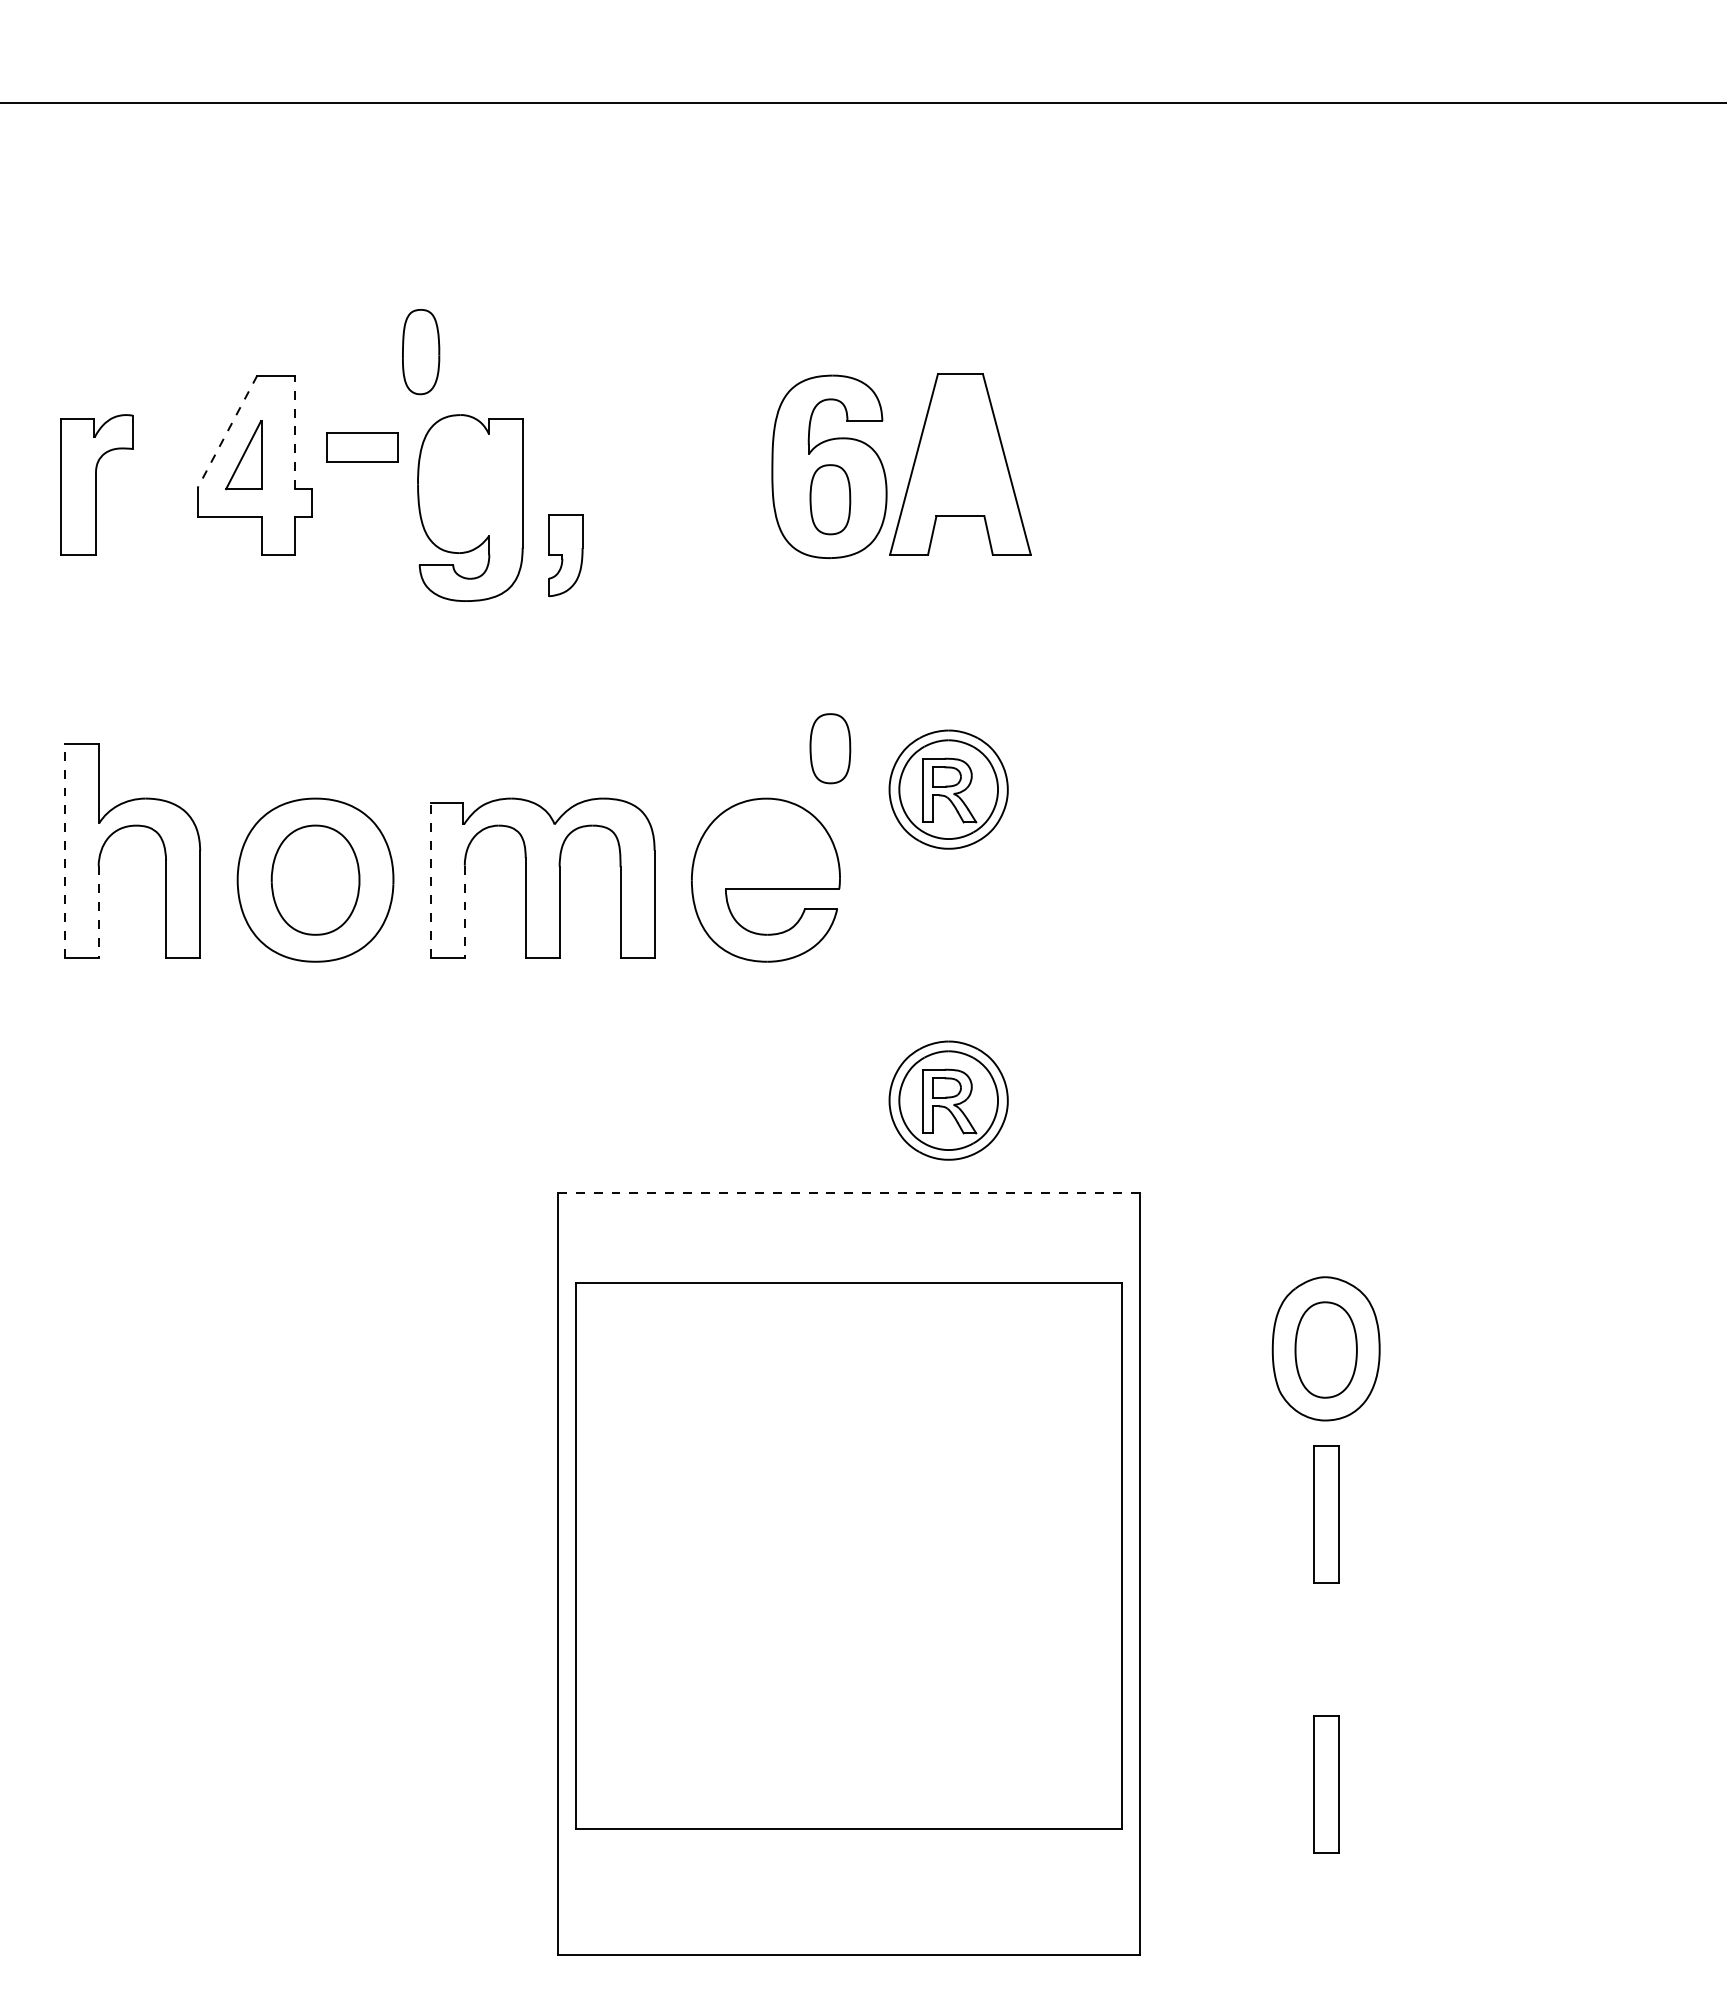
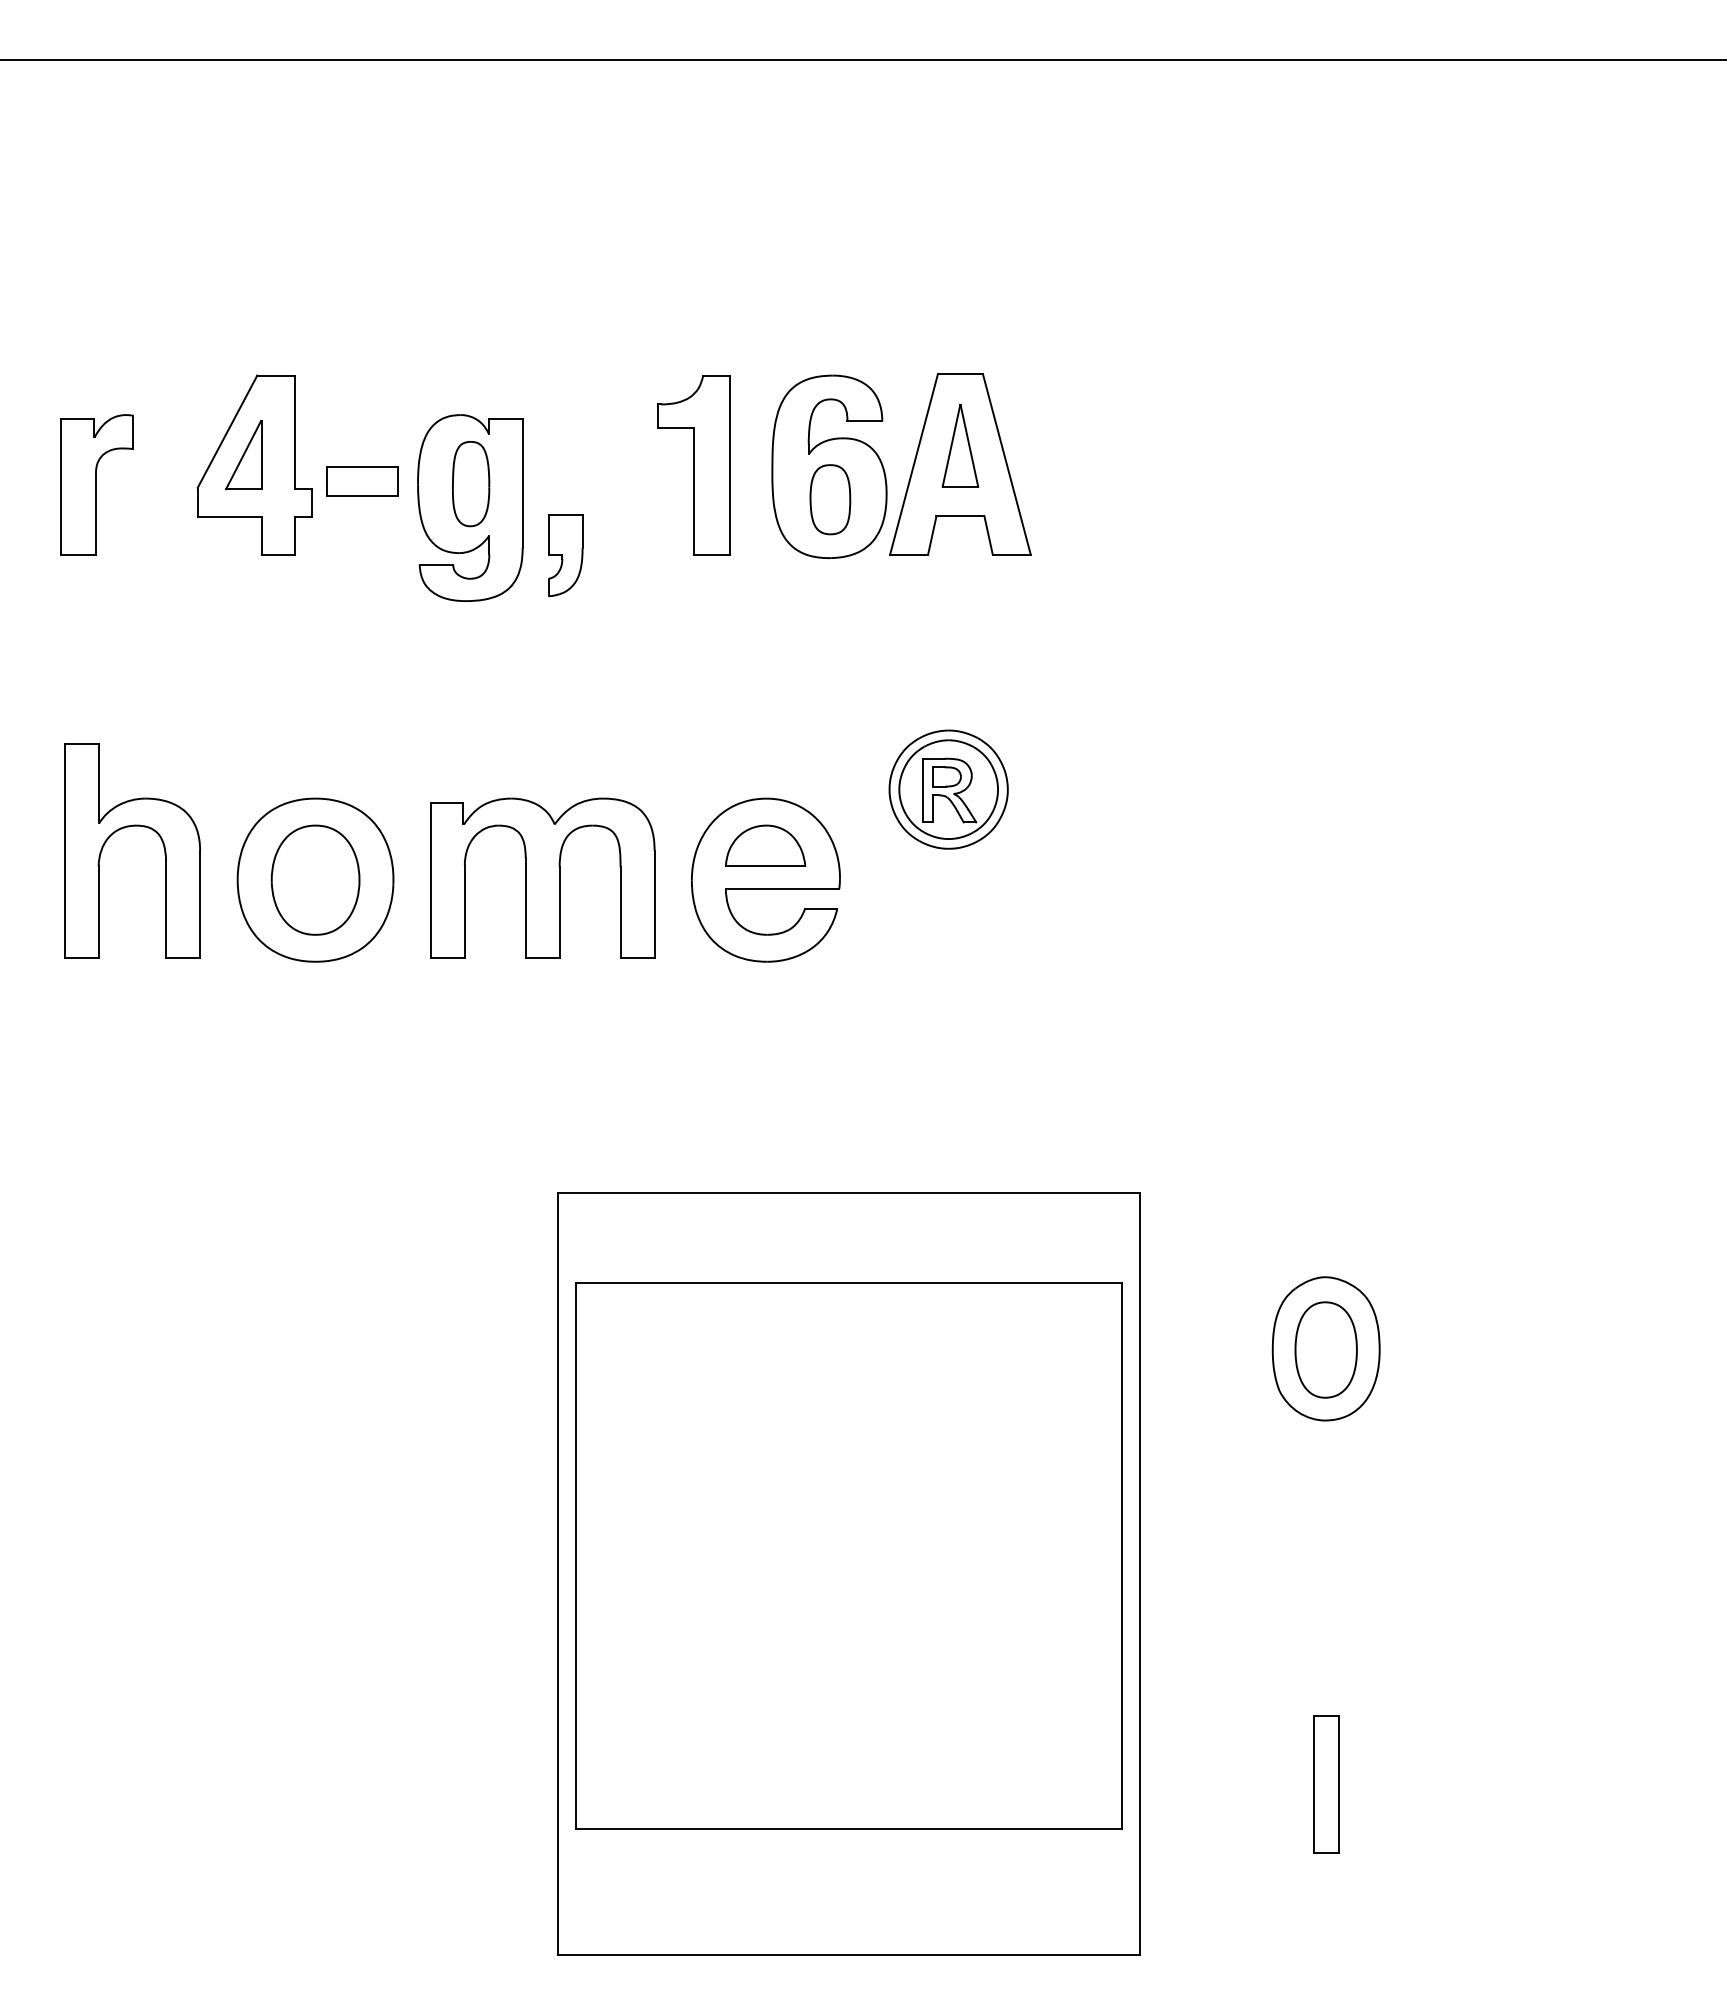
line at (862, 103) position: (862, 103) -> (862, 60)
part at (421, 352) position: (421, 352) -> (471, 484)
line at (227, 432): dashed -> solid
line at (294, 432): dashed -> solid
part at (960, 445): none -> present
part at (362, 447) position: (362, 447) -> (362, 481)
part at (693, 465): none -> present
part at (830, 748): present -> none
part at (765, 845): none -> present
line at (64, 850): dashed -> solid
line at (430, 879): dashed -> solid
line at (98, 911): dashed -> solid
line at (464, 911): dashed -> solid
part at (948, 1100): present -> none
line at (849, 1193): dashed -> solid
part at (1326, 1514): present -> none
